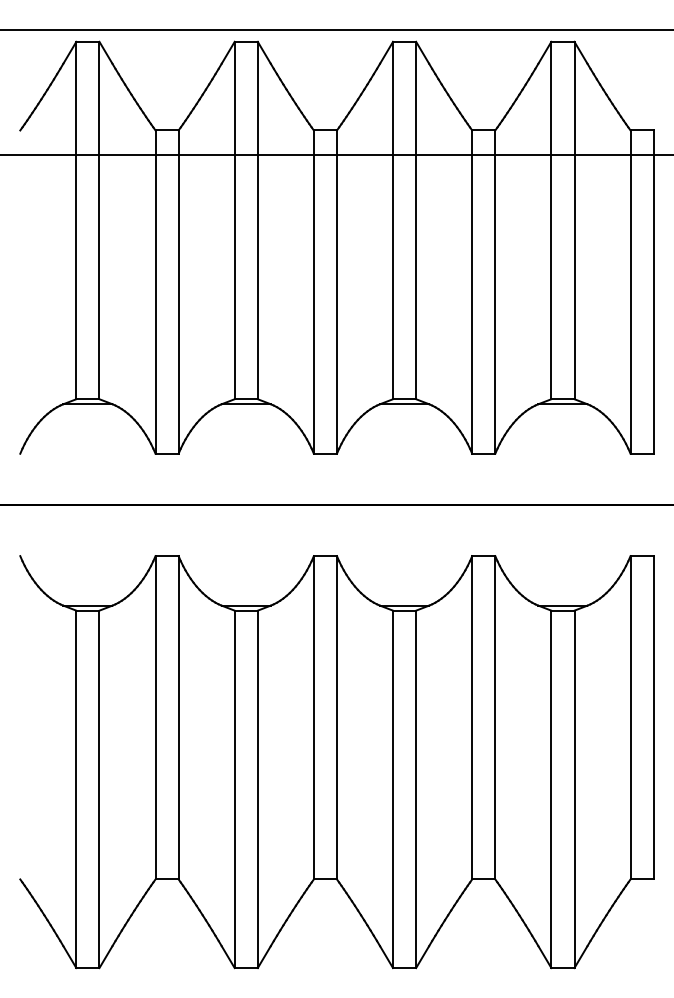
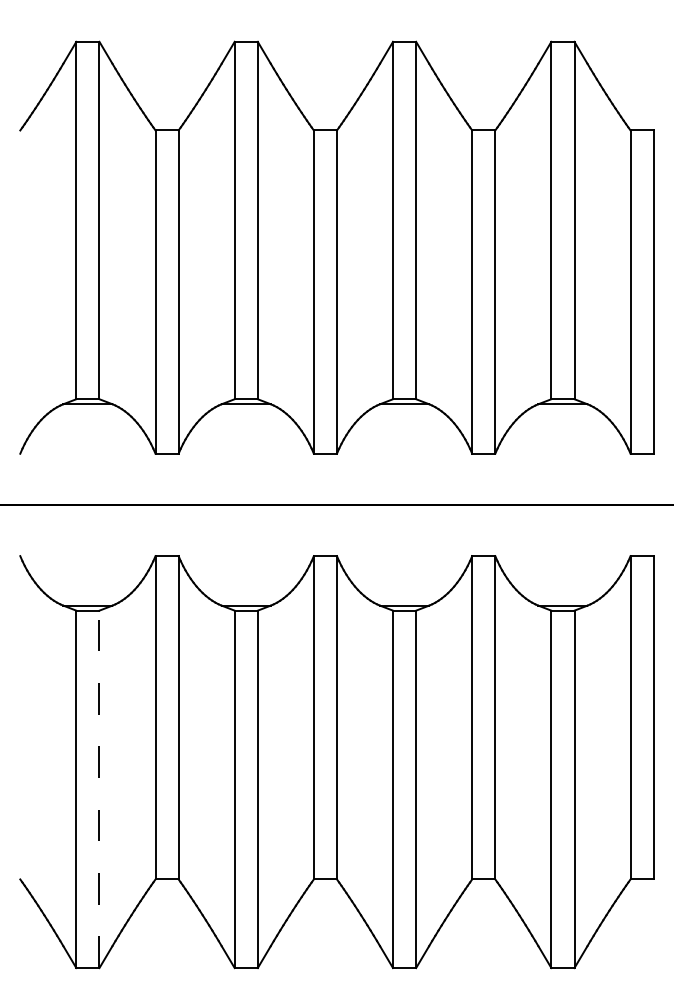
line at (336, 29): present -> none
line at (336, 154): present -> none
line at (99, 789): solid -> dashed
